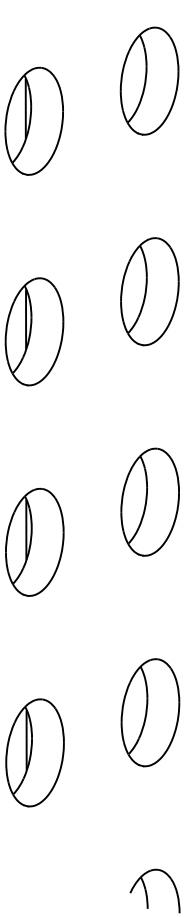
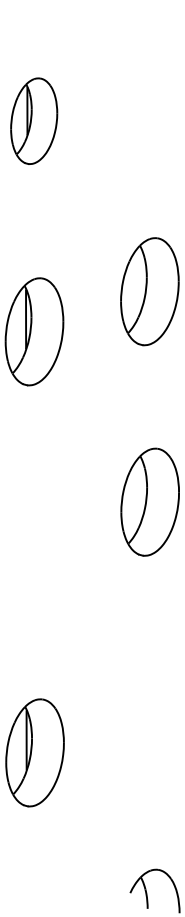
part at (149, 80): present -> none
part at (33, 120) size: 60x110 px -> 49x88 px
part at (34, 541): present -> none
part at (150, 712): present -> none
